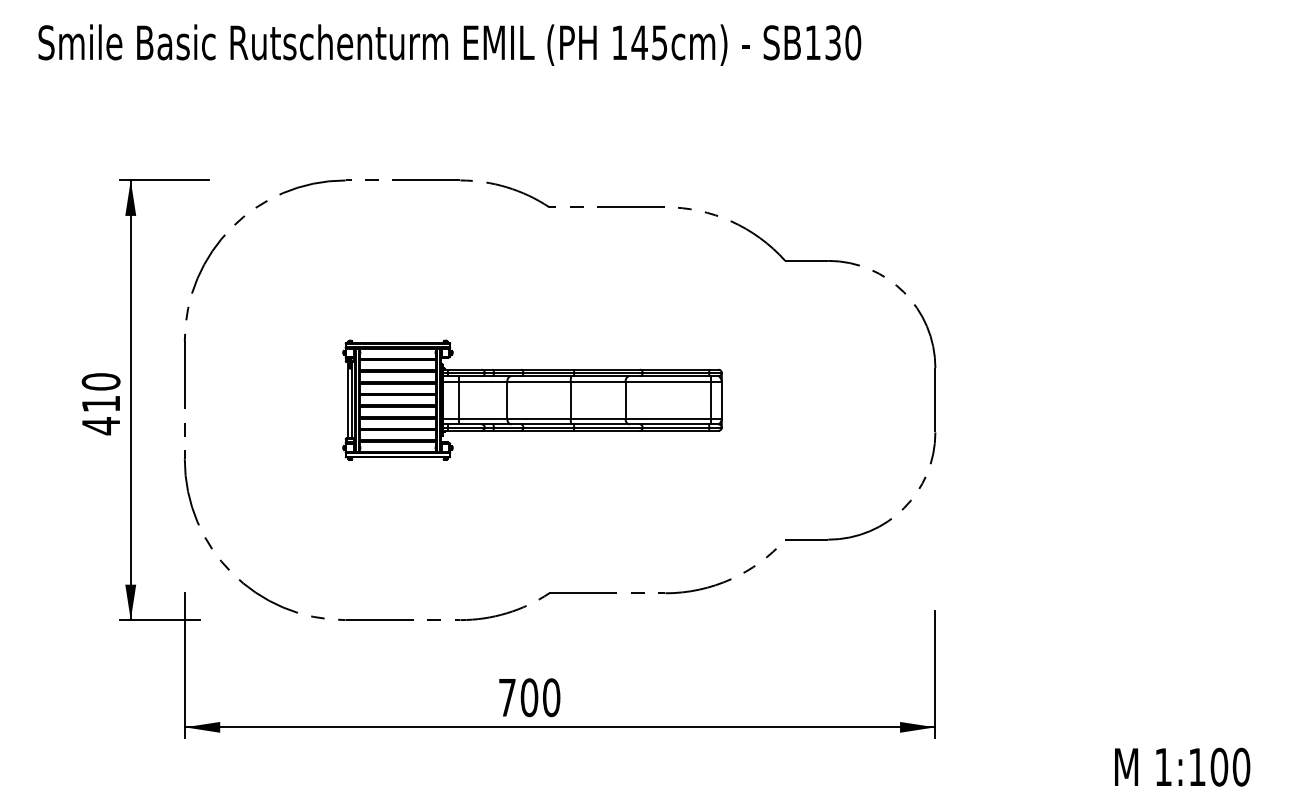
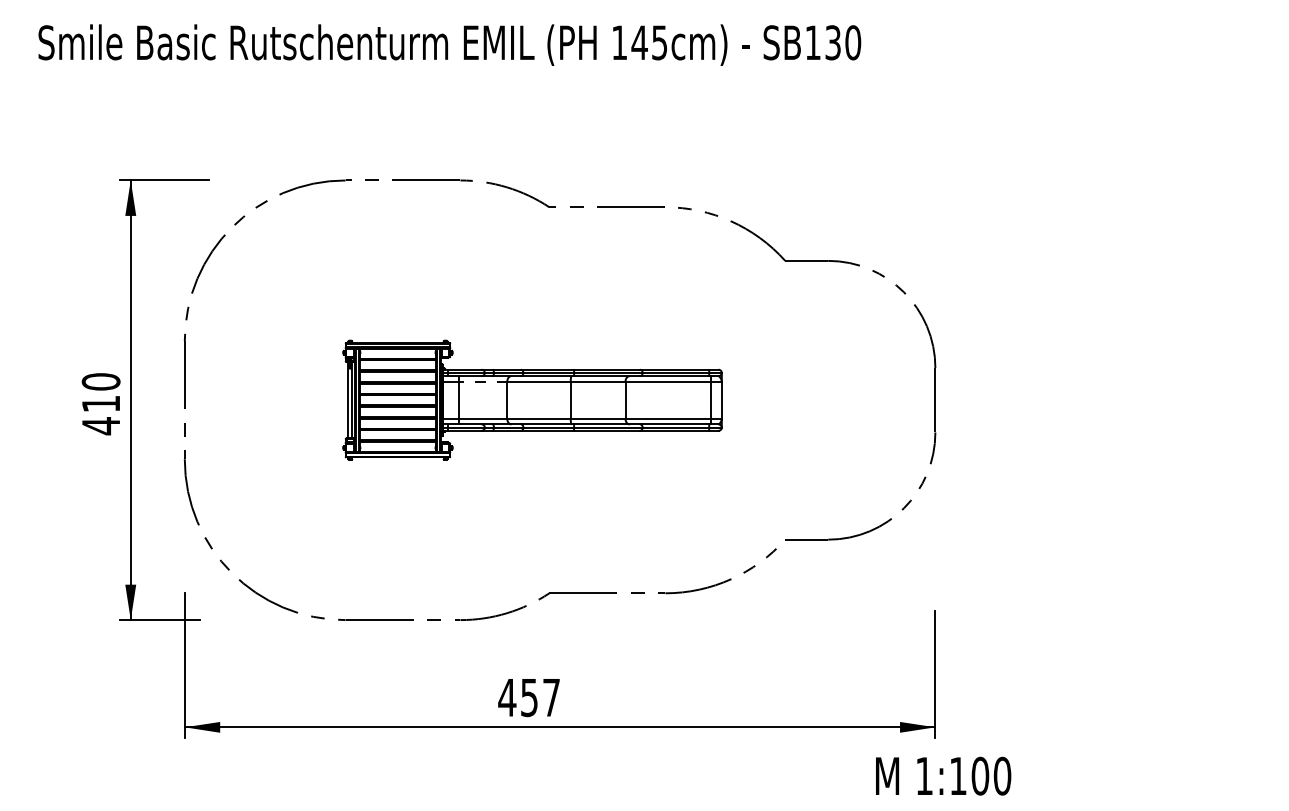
line at (482, 381): solid -> dashed
text at (529, 697): 700 -> 457
text at (1182, 766) position: (1182, 766) -> (943, 775)
